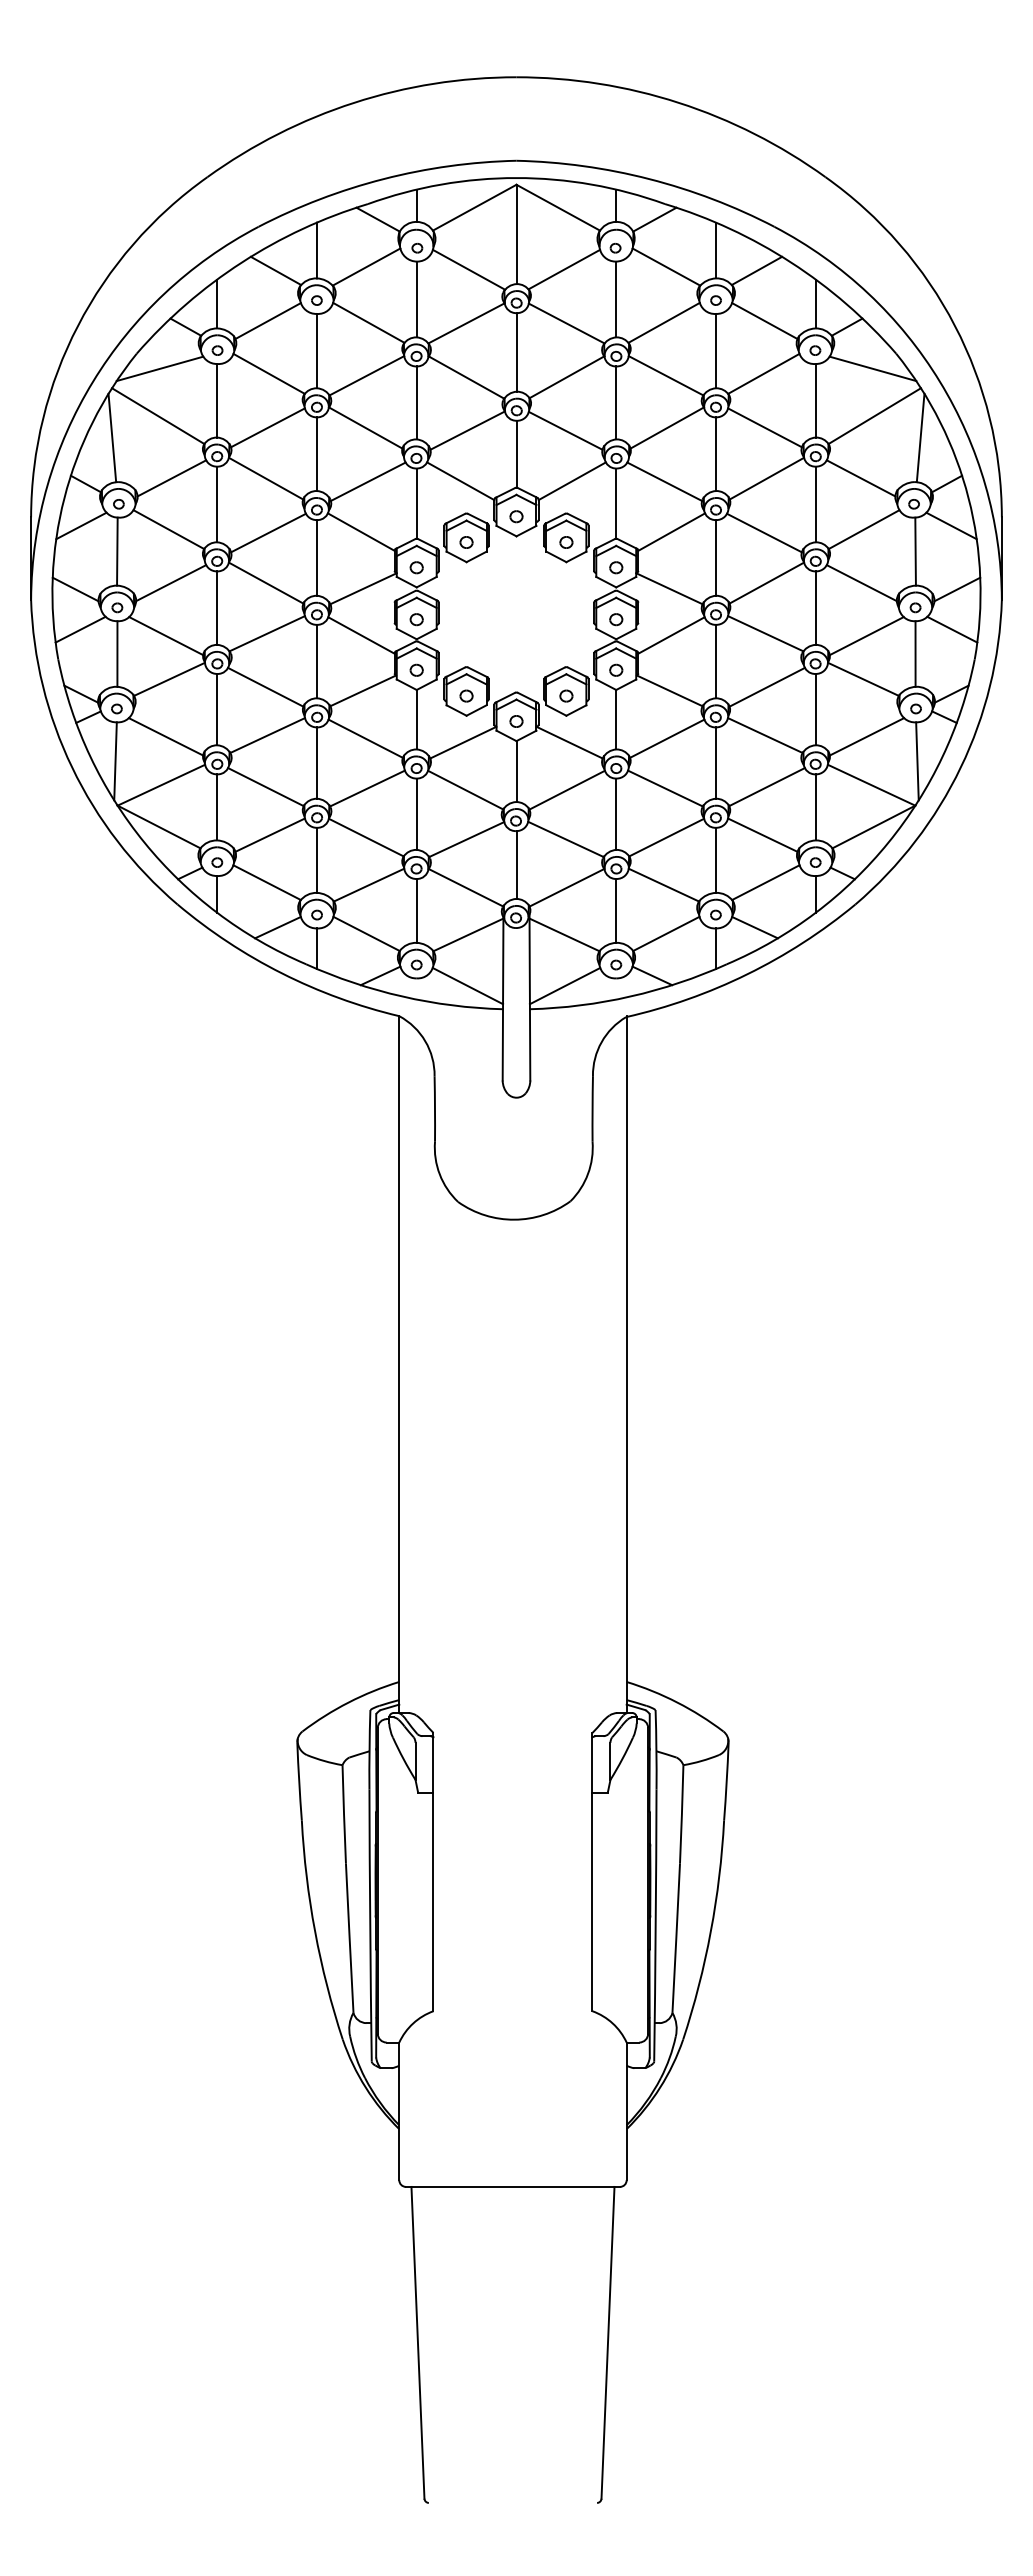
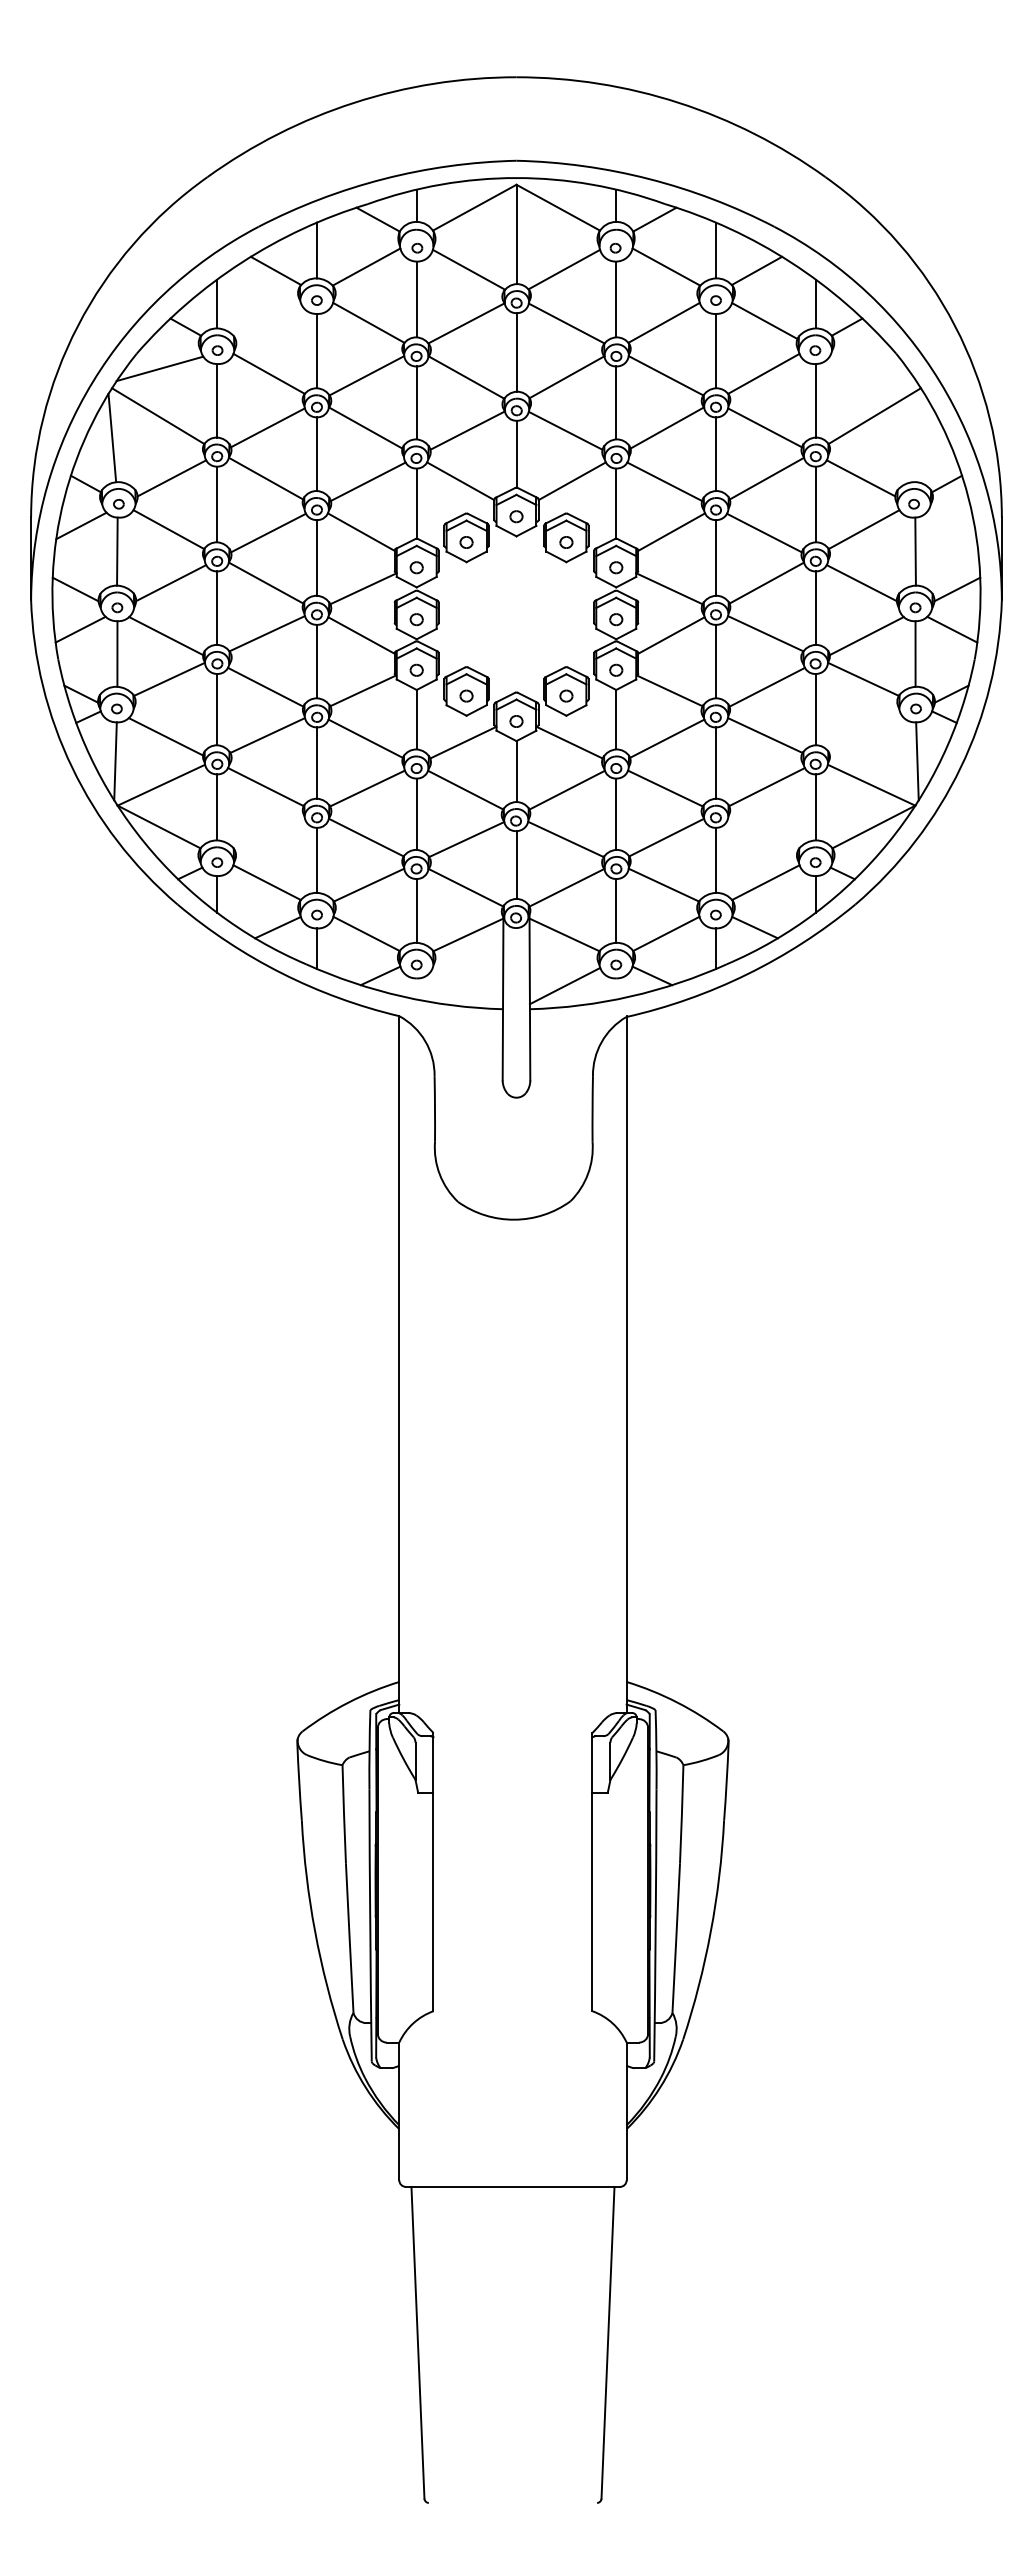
line at (267, 321): present -> none
line at (872, 368): present -> none
line at (920, 437): present -> none
line at (951, 525): present -> none
line at (866, 736): present -> none
line at (269, 834): present -> none
line at (762, 834): present -> none
line at (467, 985): present -> none
